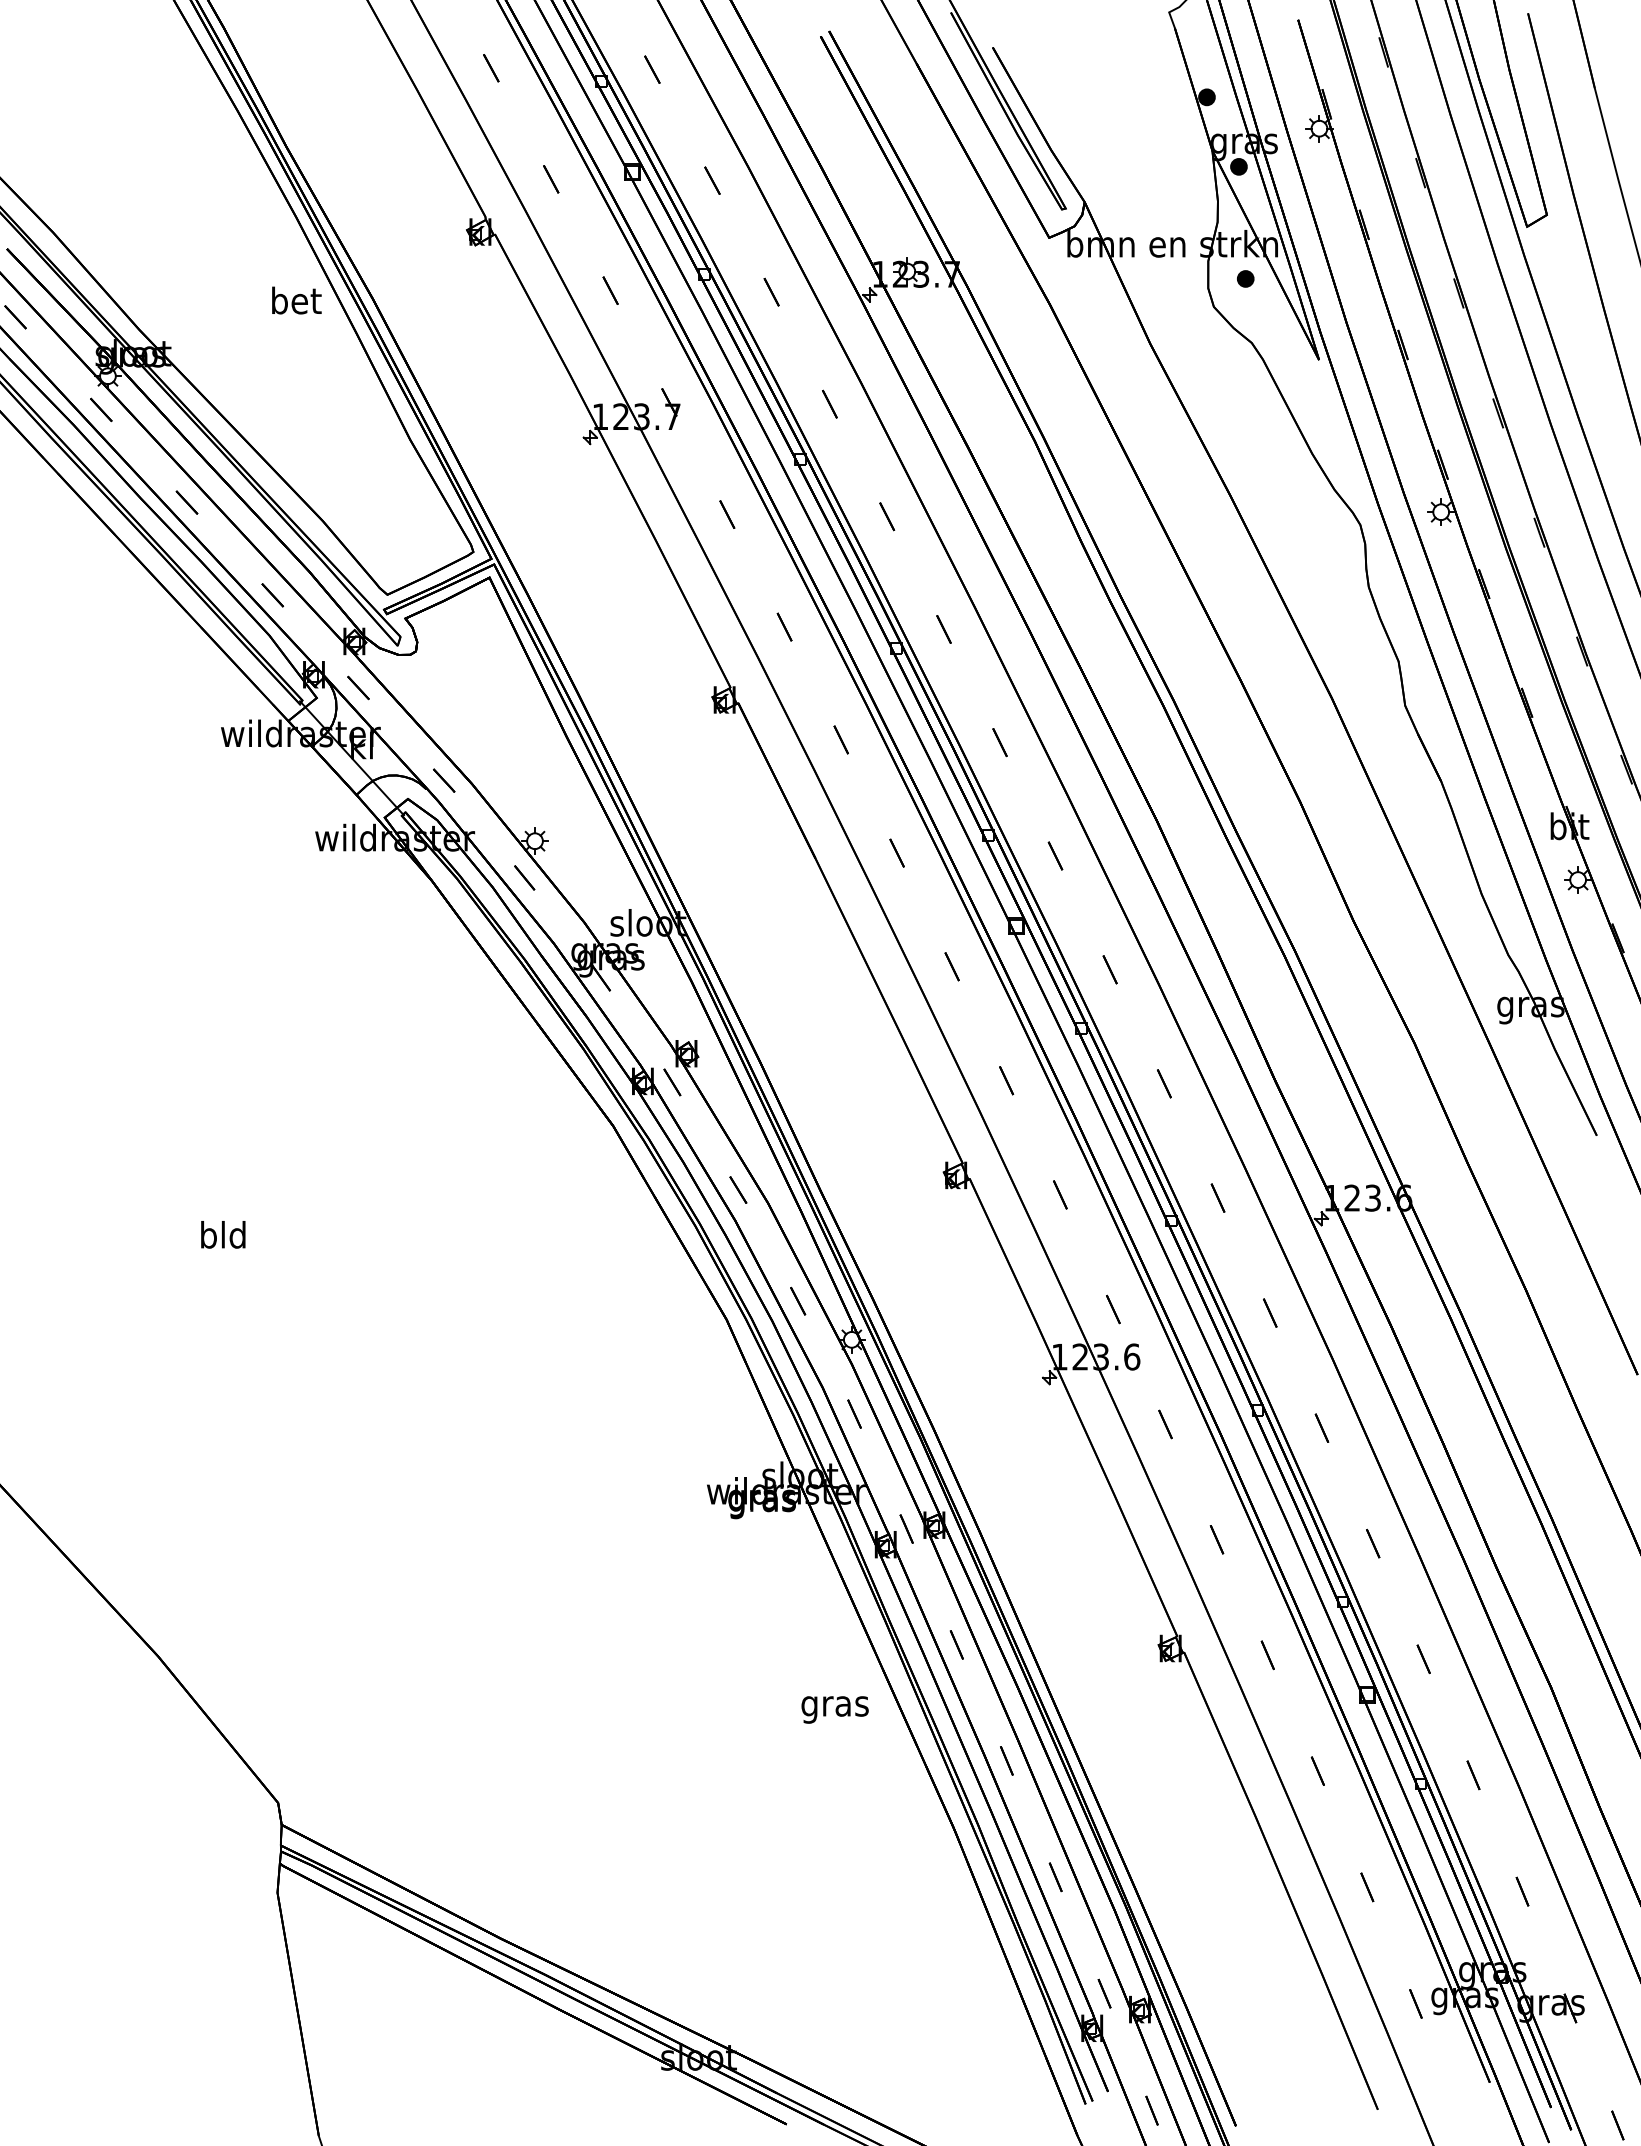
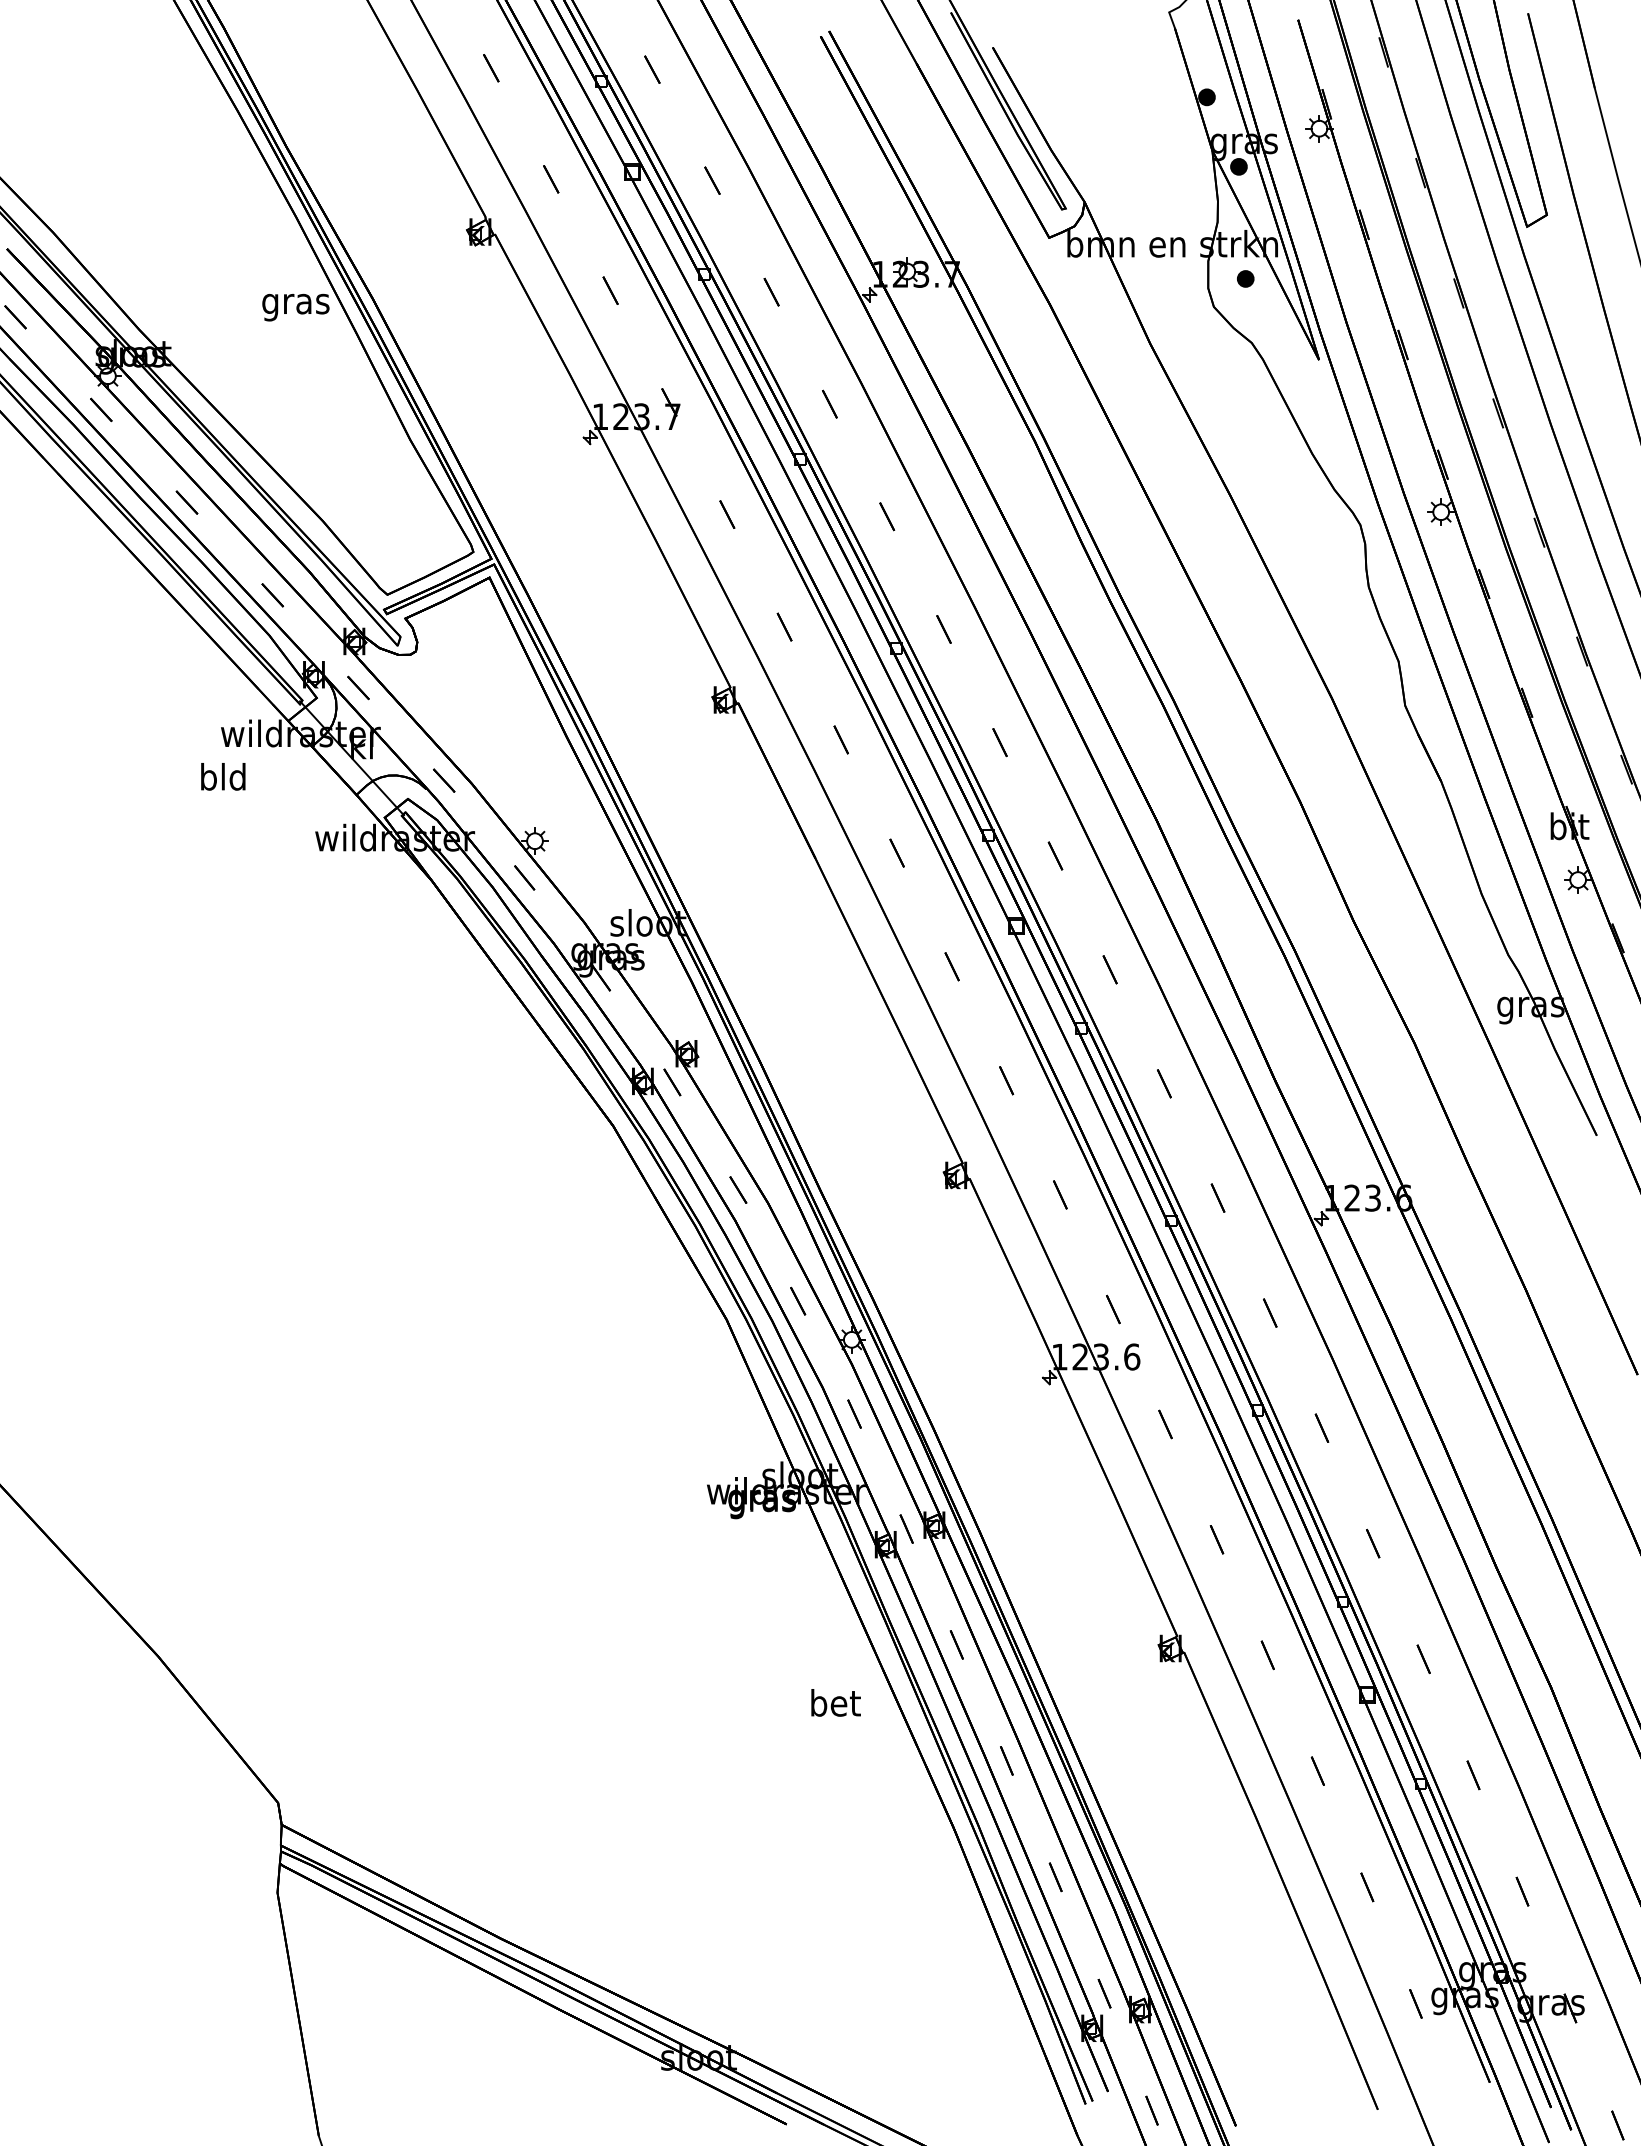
text at (295, 303): bet -> gras
text at (223, 1234) position: (223, 1234) -> (223, 776)
text at (834, 1706): gras -> bet
